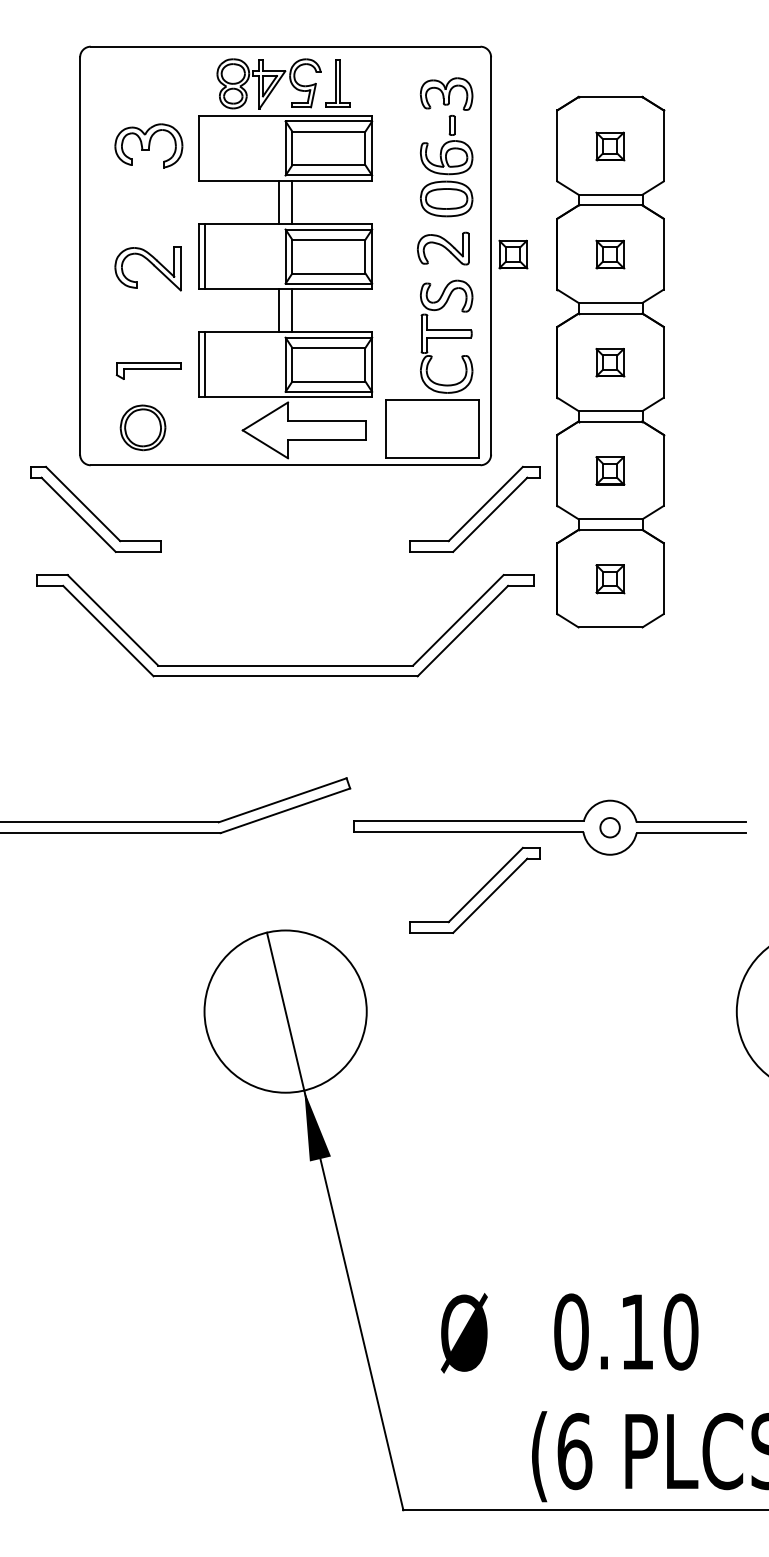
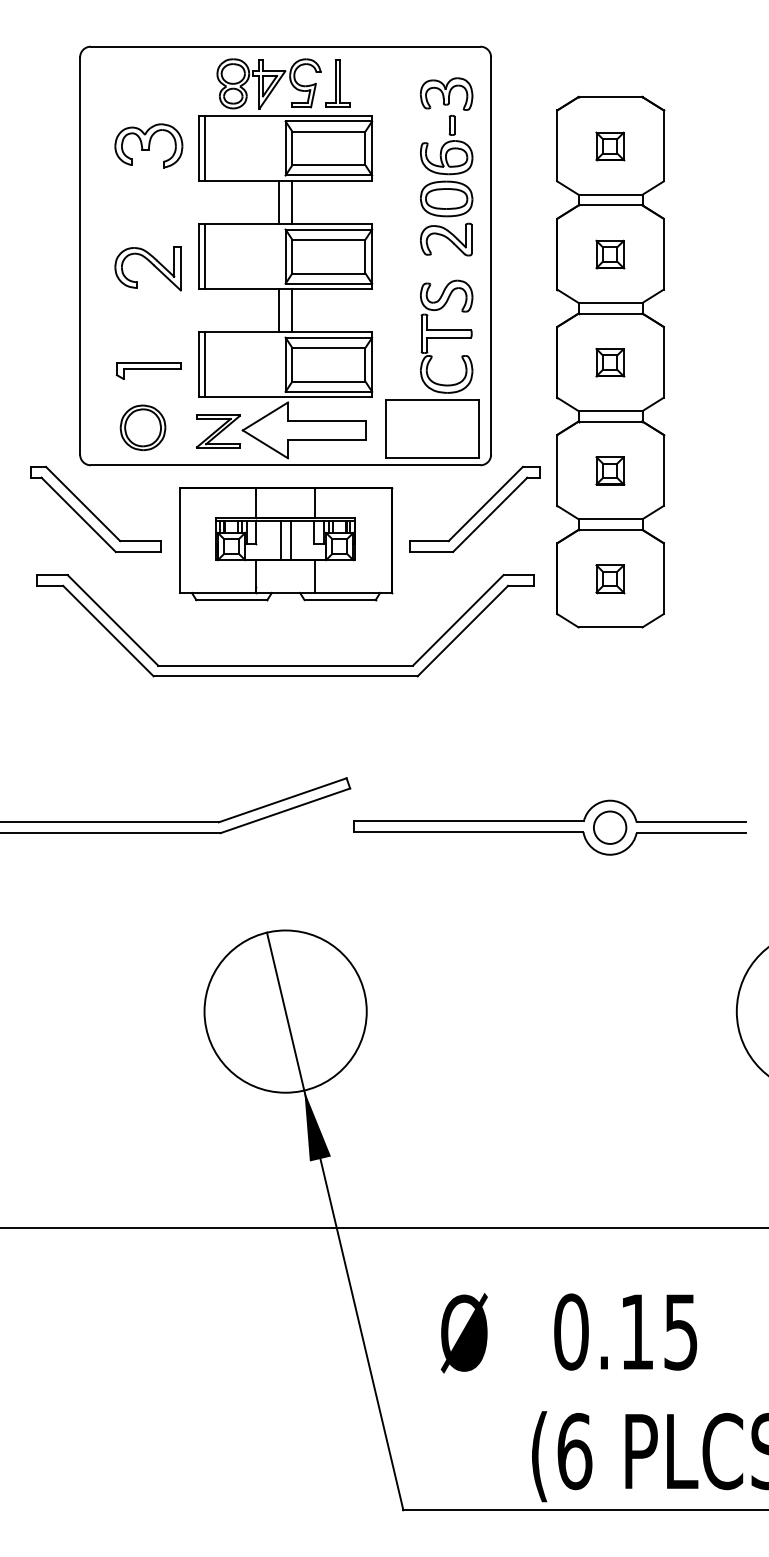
line at (204, 147): none -> present
part at (443, 248) position: (443, 248) -> (446, 239)
part at (513, 254): present -> none
part at (218, 431): none -> present
part at (286, 544): none -> present
circle at (609, 827) diameter: 19 px -> 32 px
part at (474, 889): present -> none
line at (383, 1227): none -> present
text at (680, 1331): 0.10 -> 0.15
